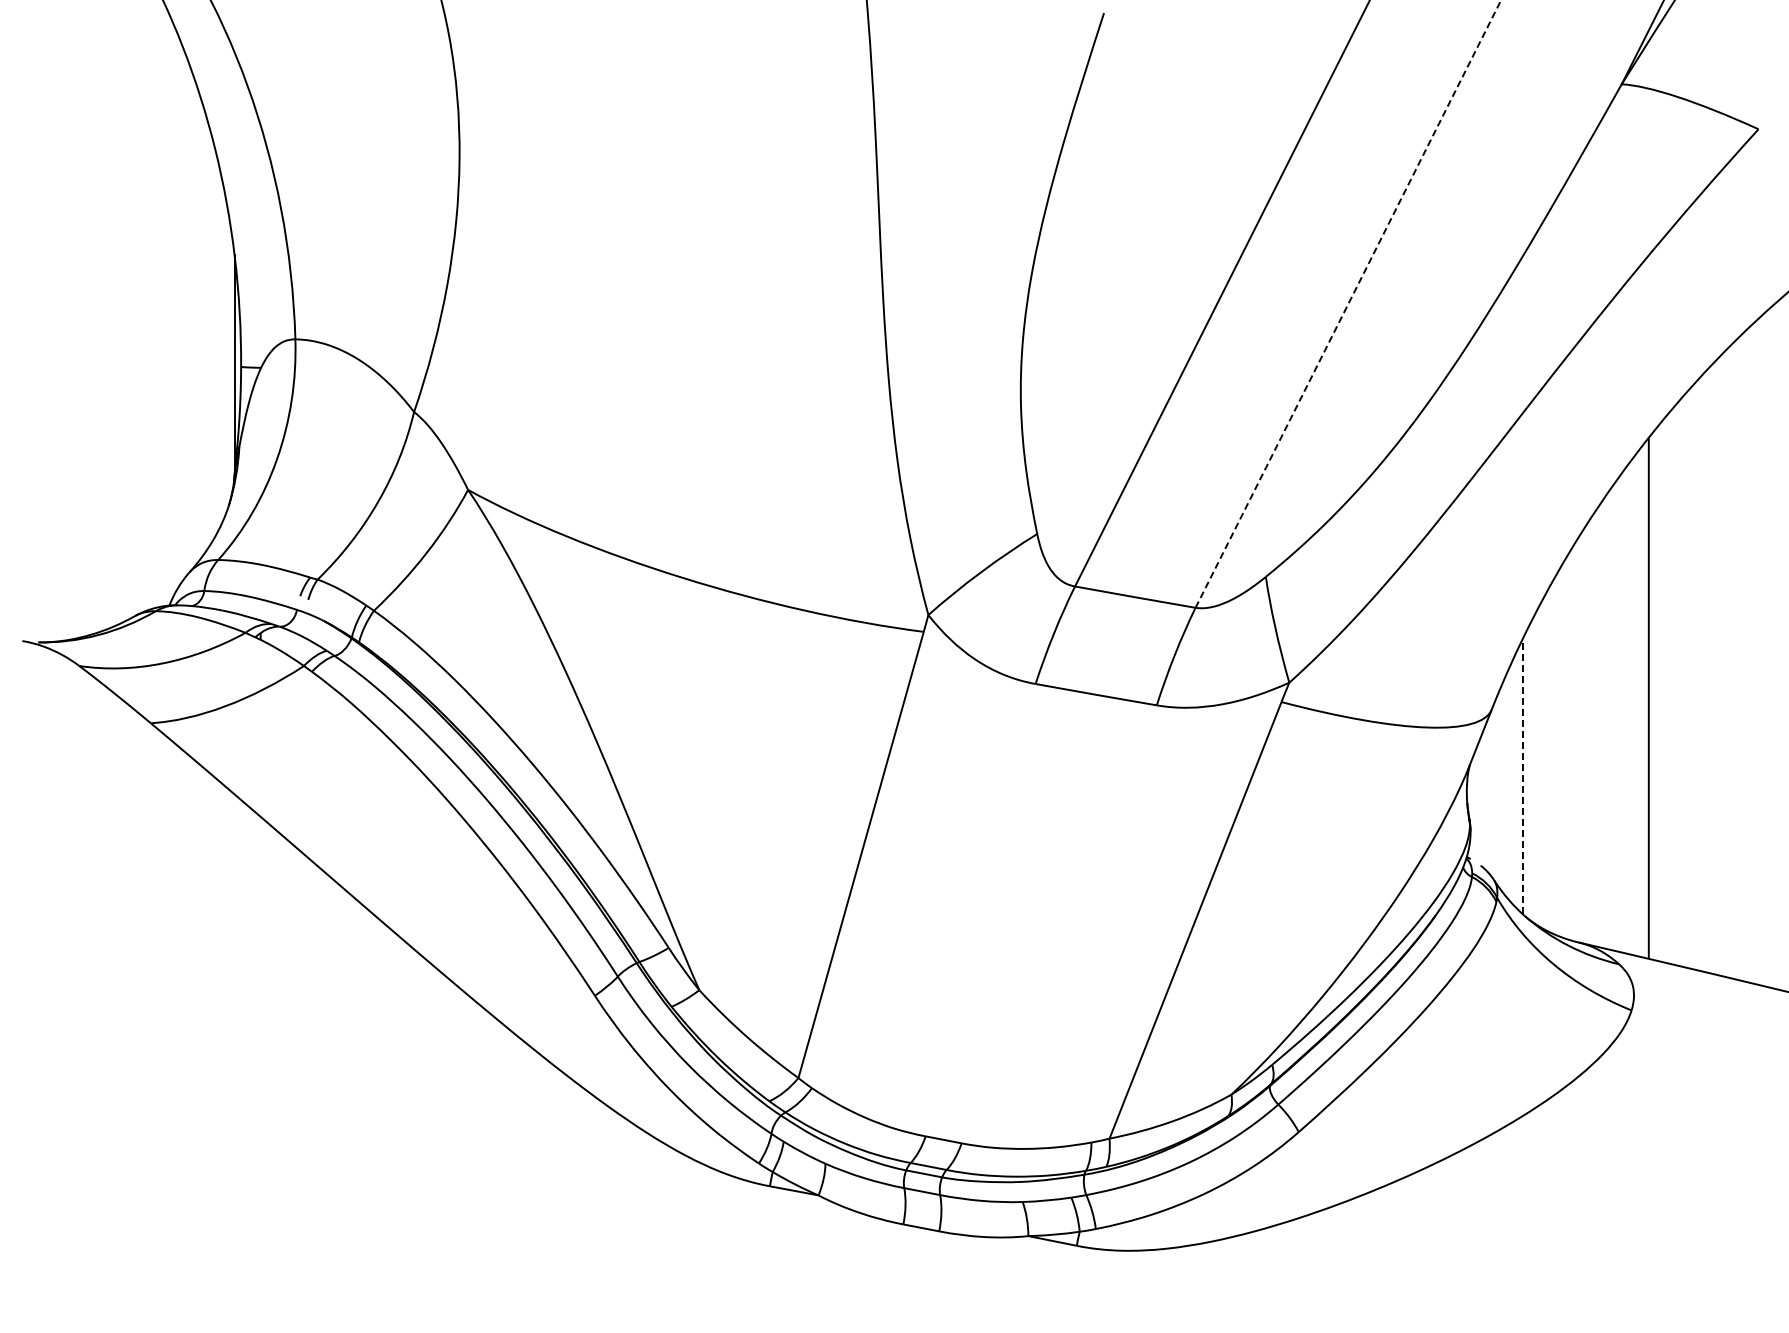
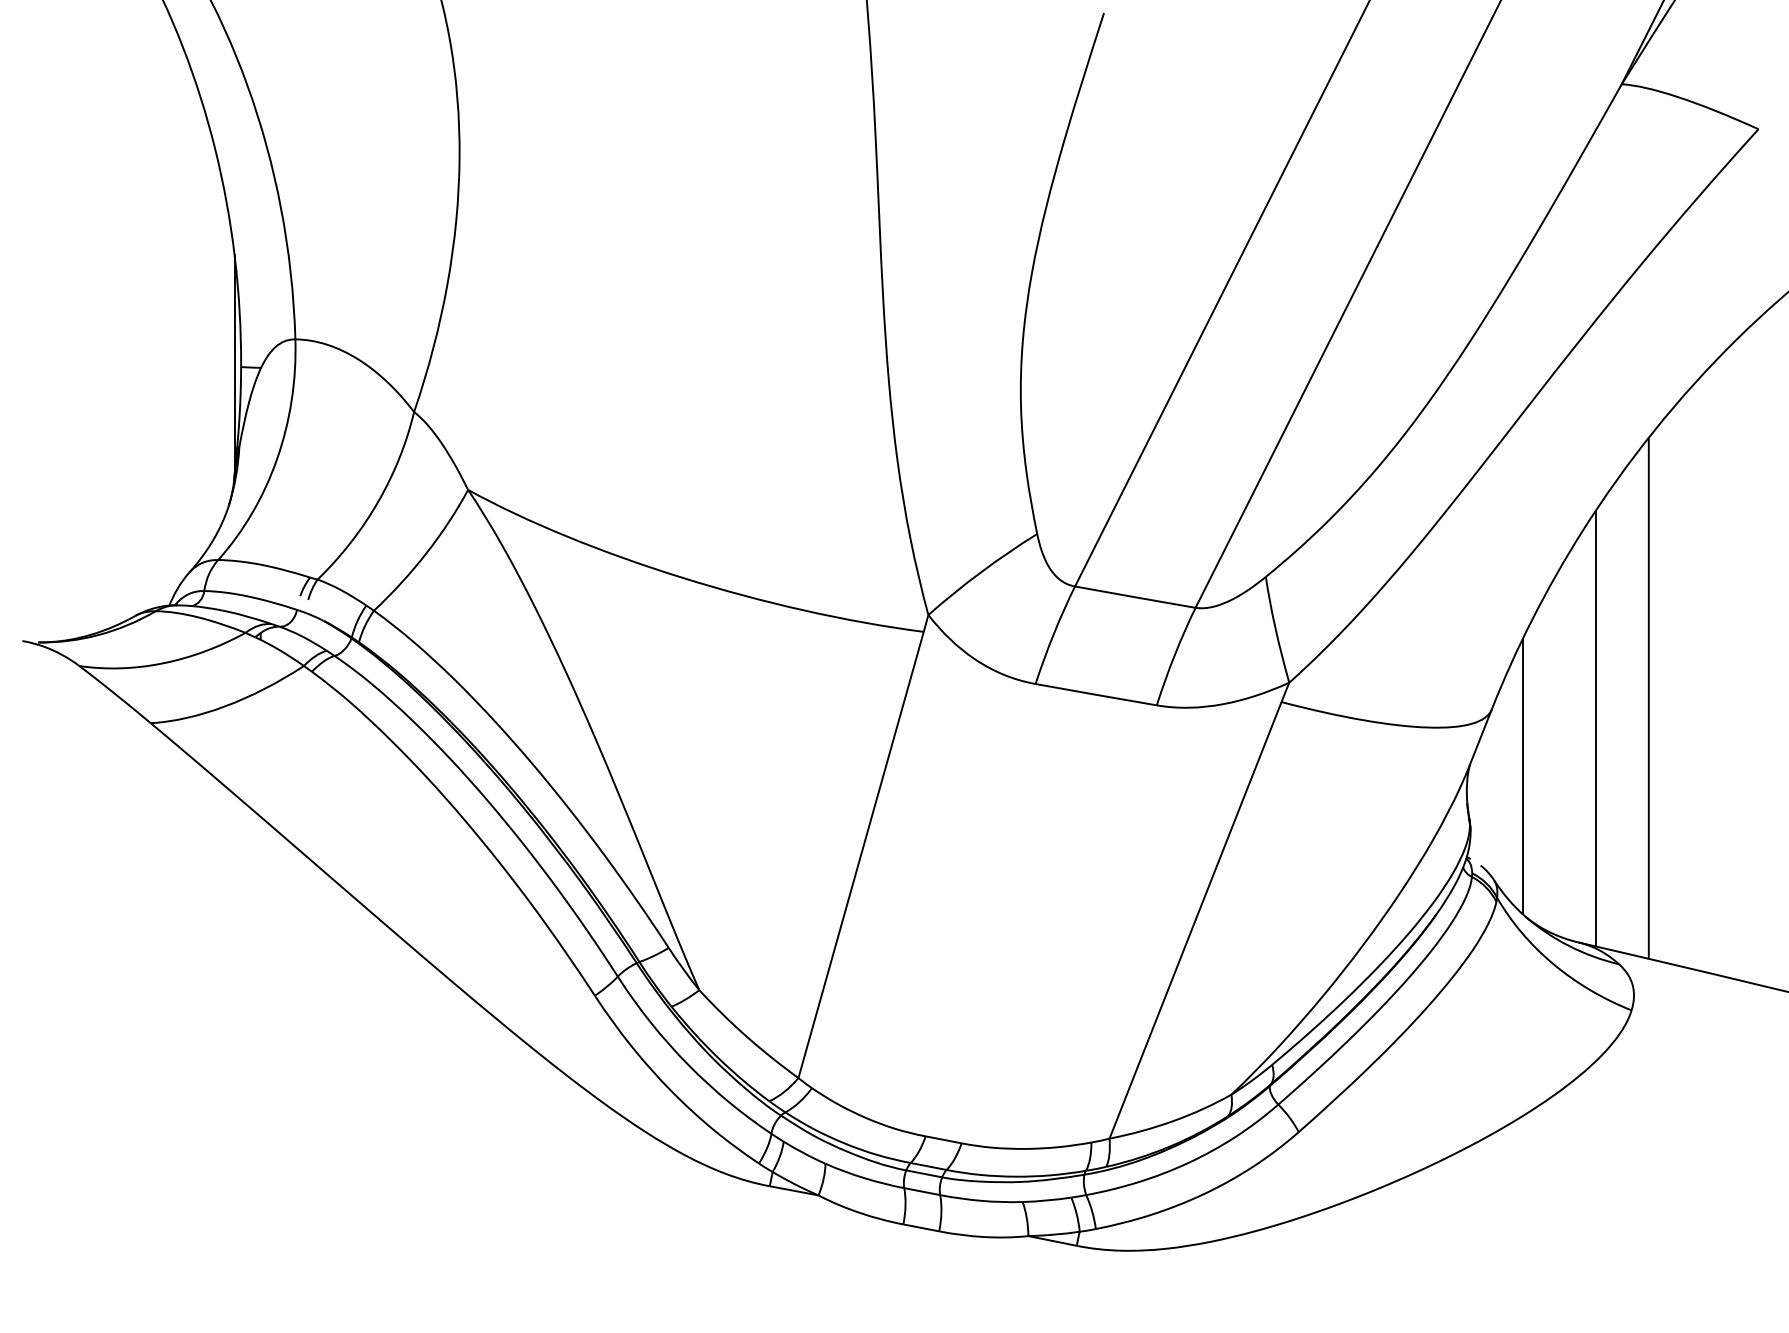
line at (1348, 304): dashed -> solid
line at (1595, 728): none -> present
line at (1522, 776): dashed -> solid
